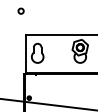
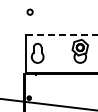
circle at (20, 10) position: (20, 10) -> (29, 11)
line at (61, 35): solid -> dashed
